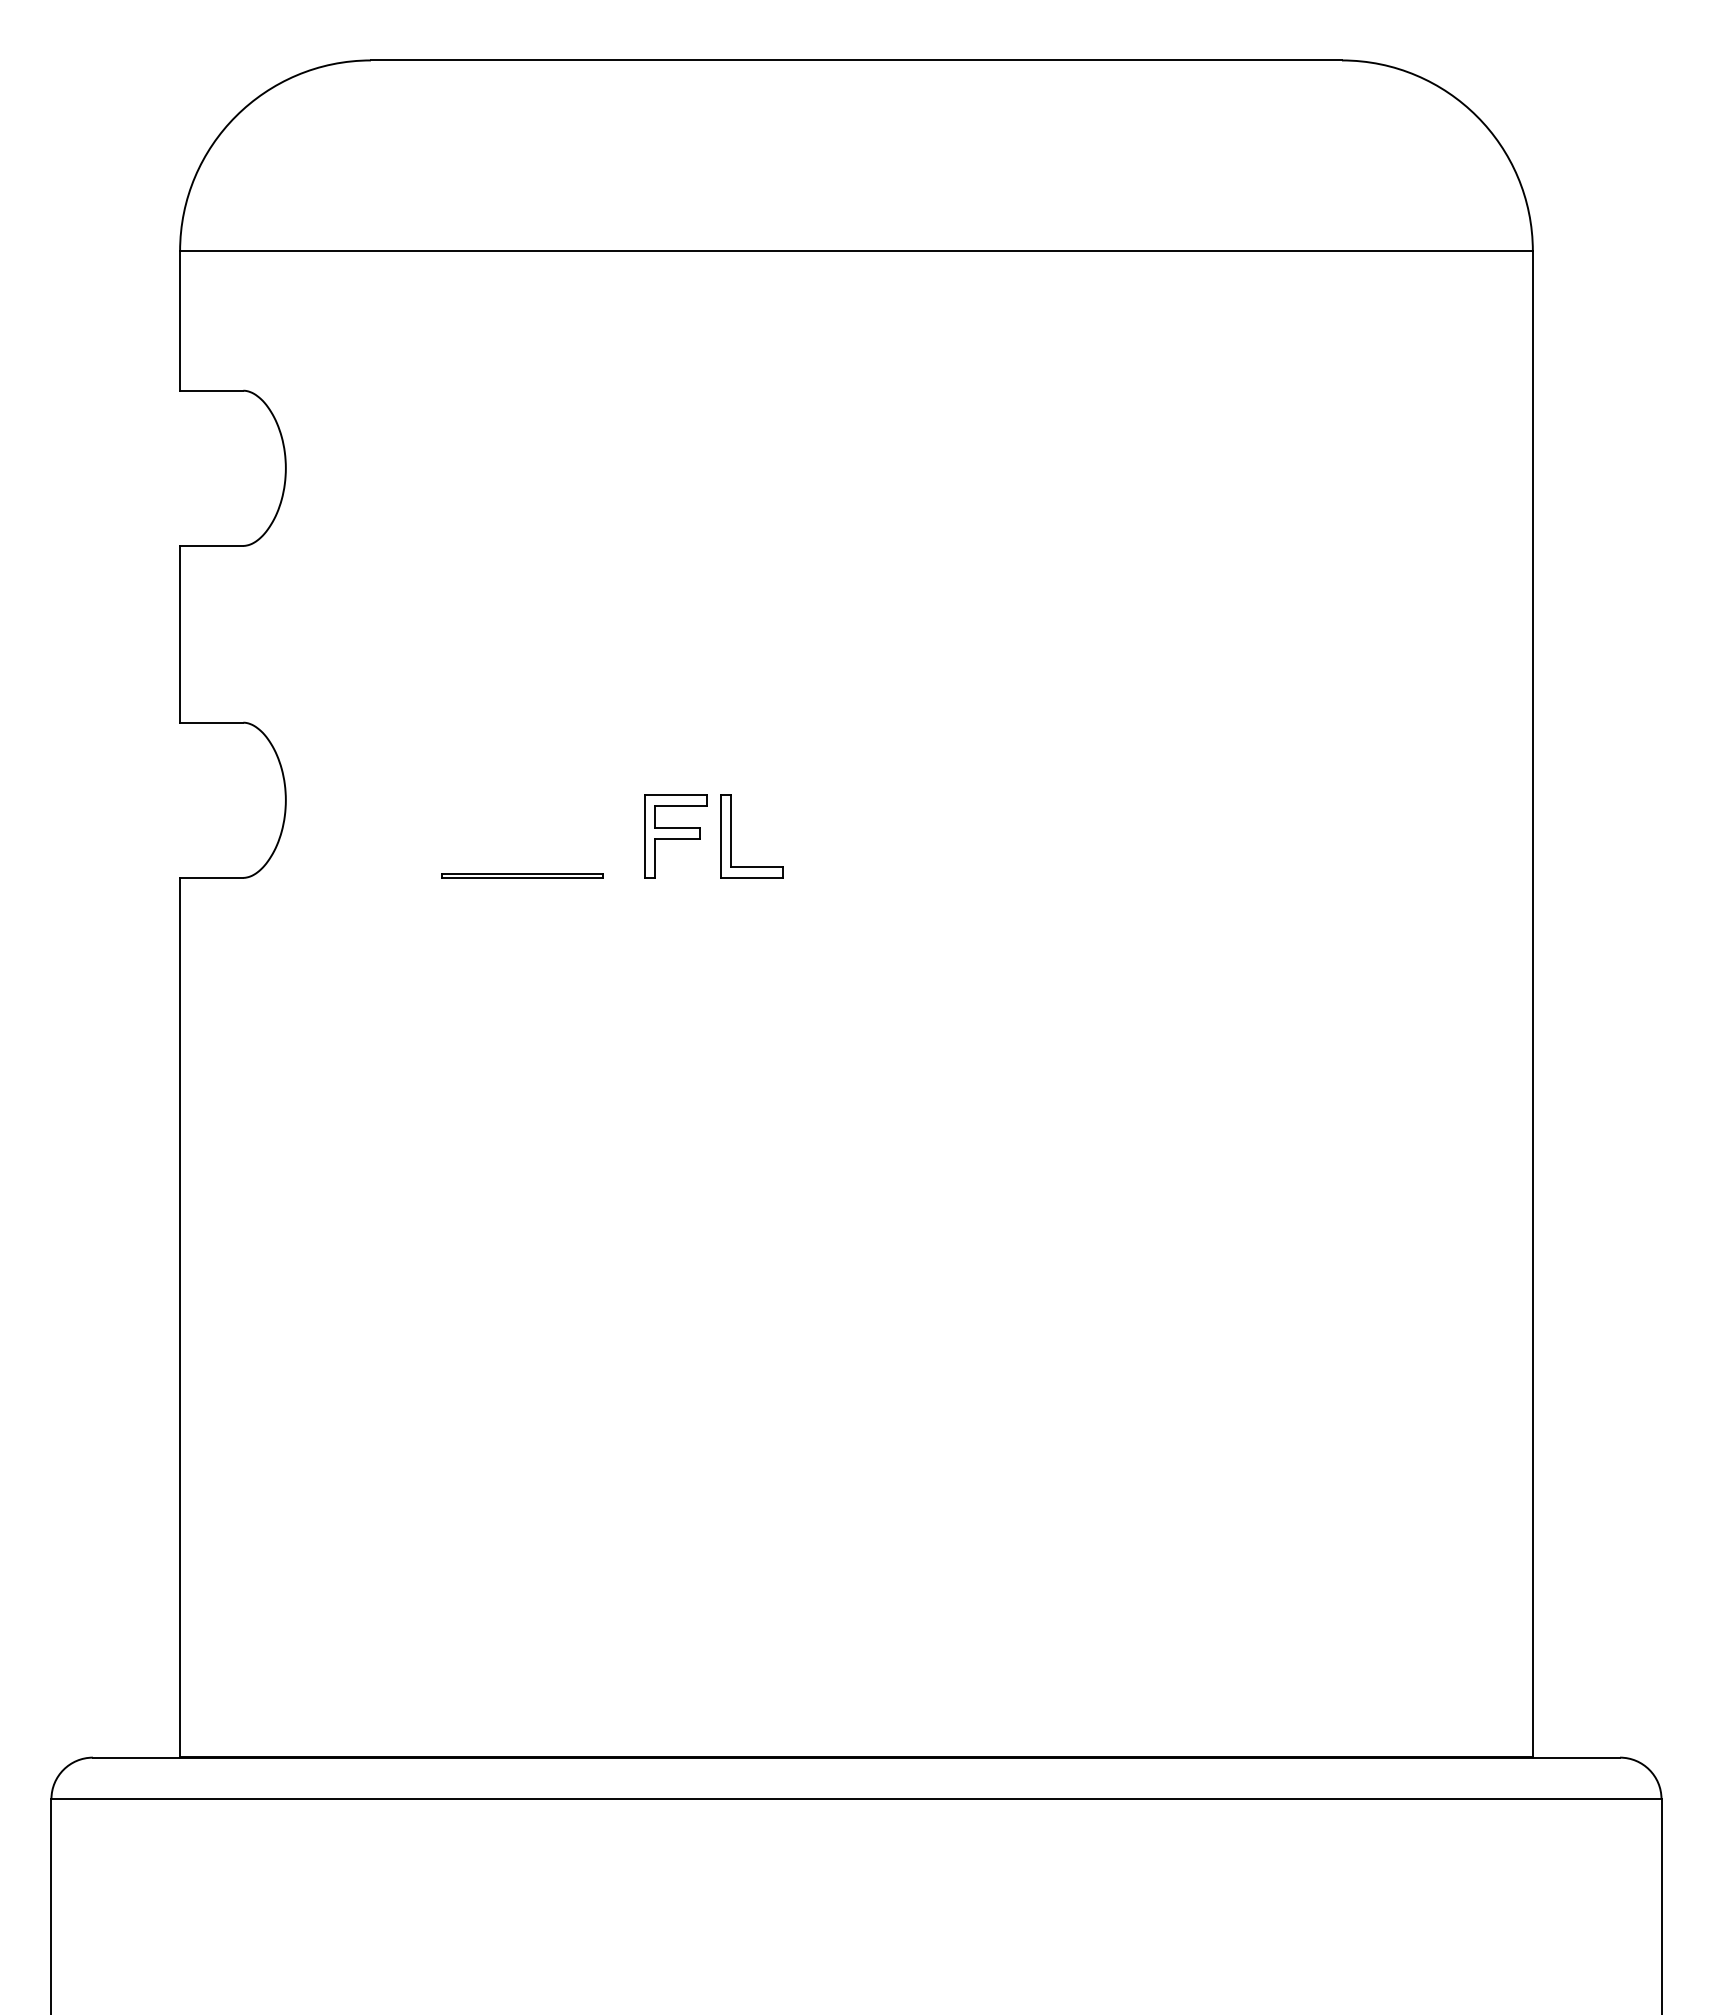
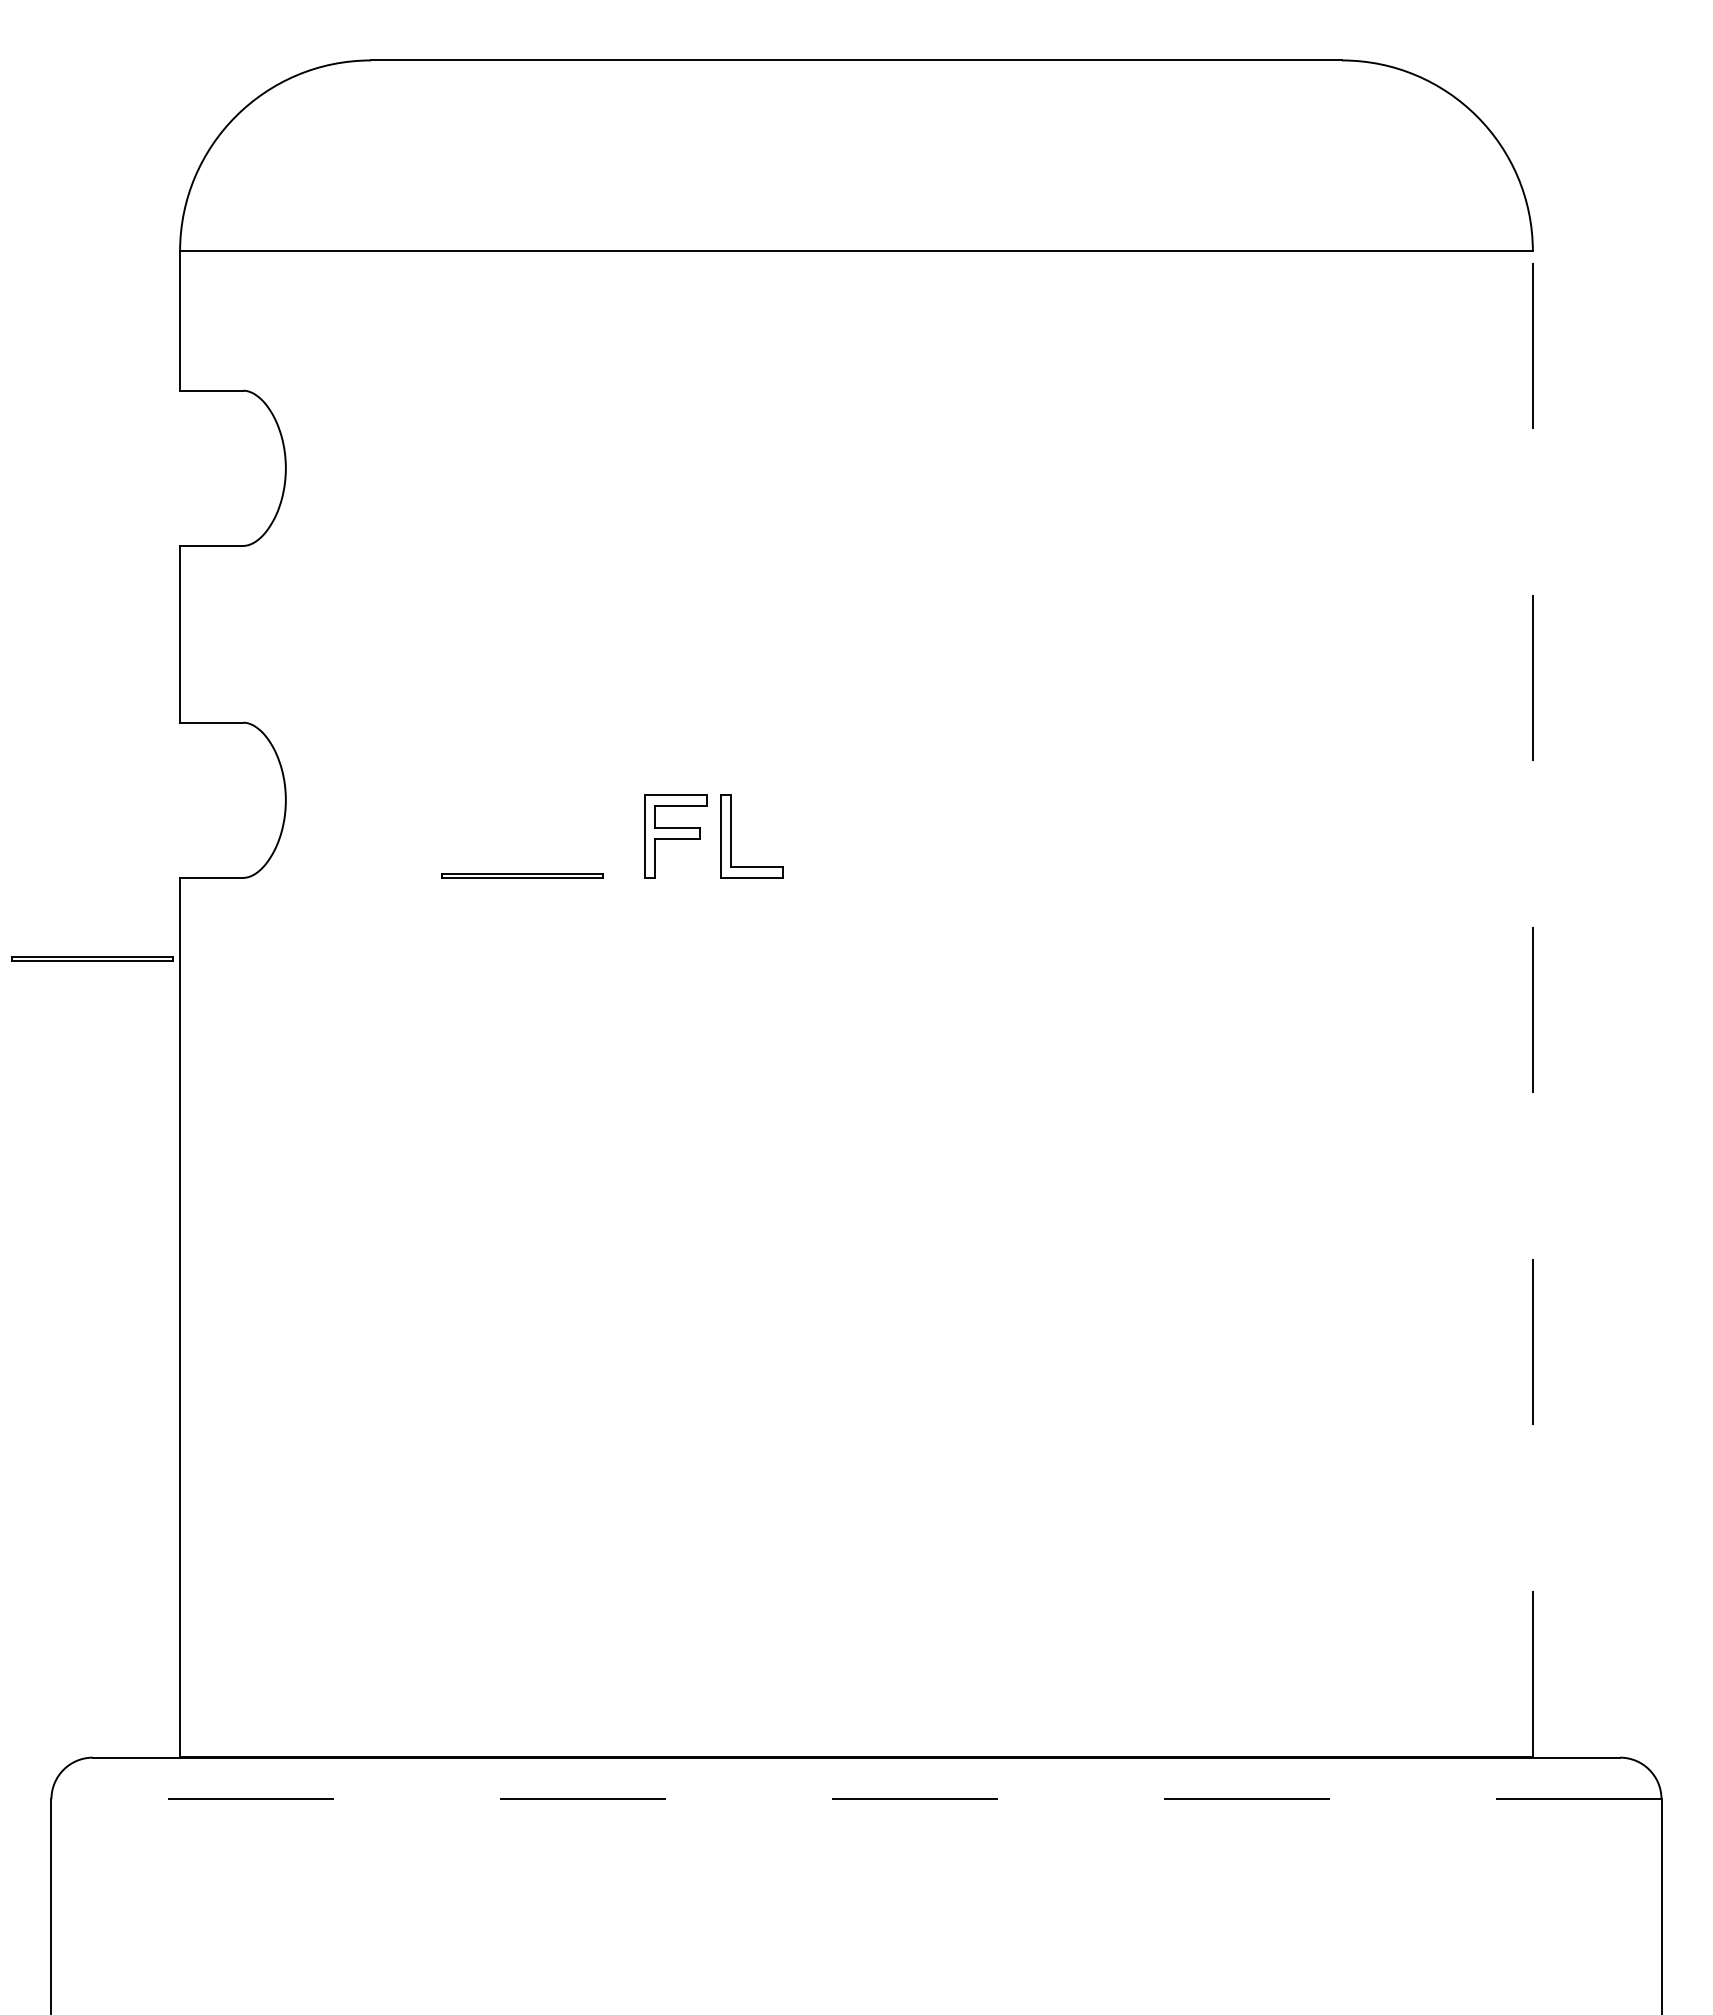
part at (92, 958): none -> present
line at (1532, 1004): solid -> dashed
line at (855, 1799): solid -> dashed
